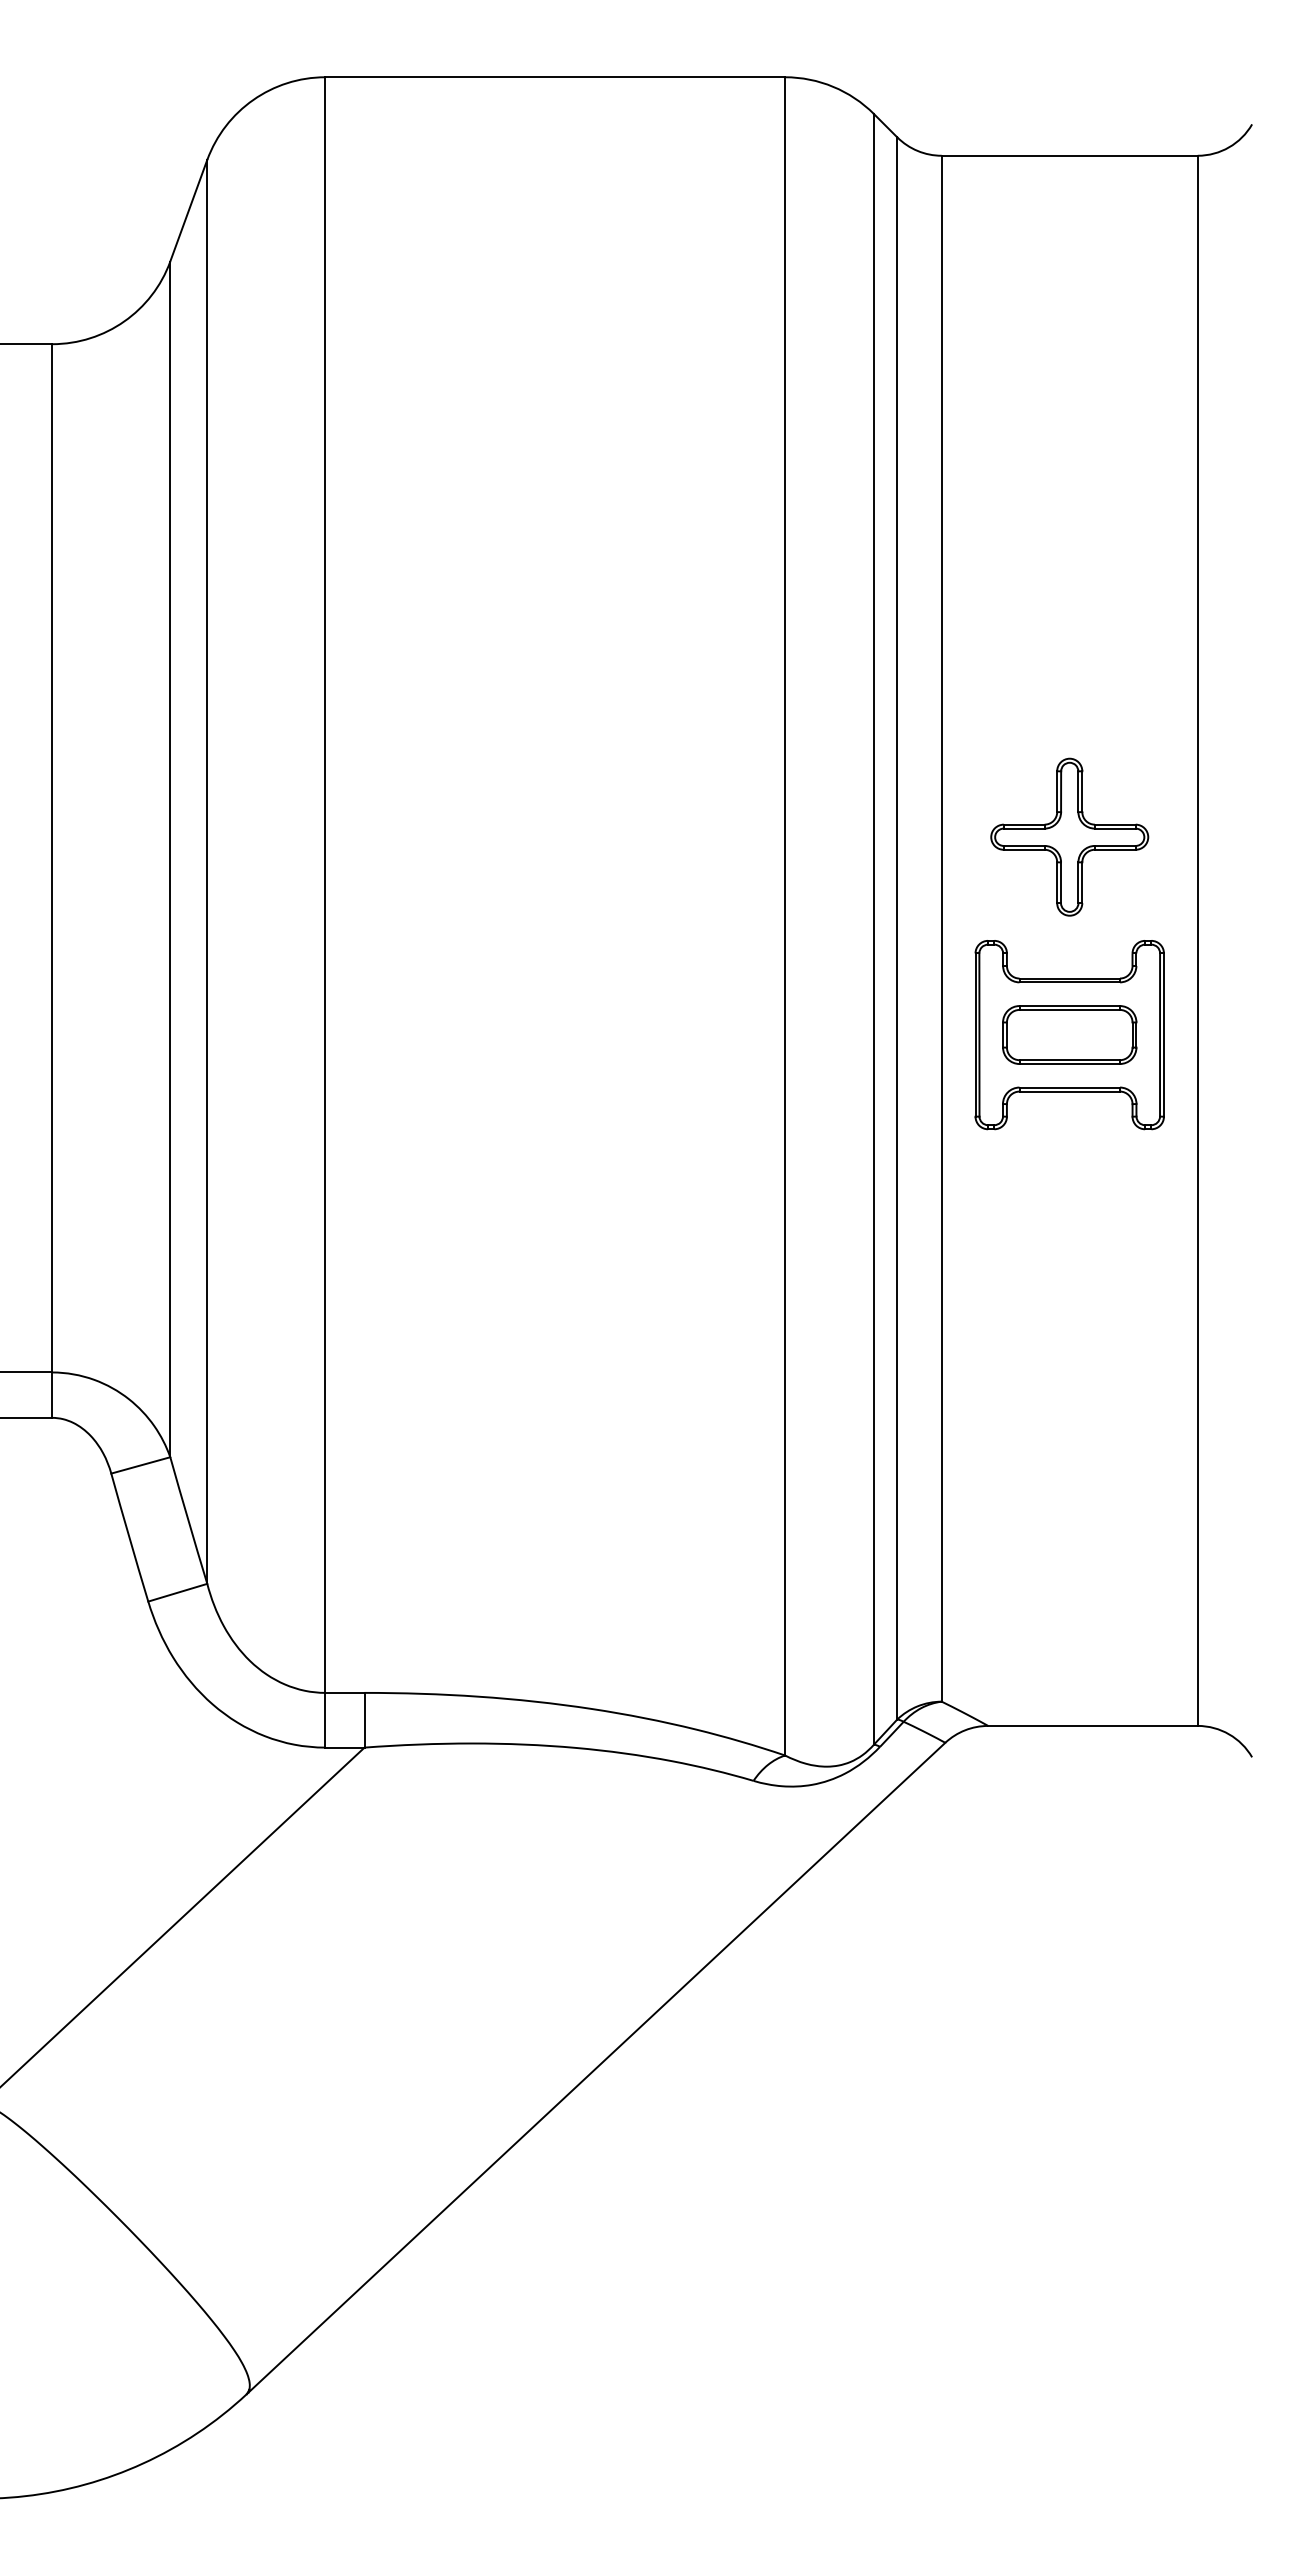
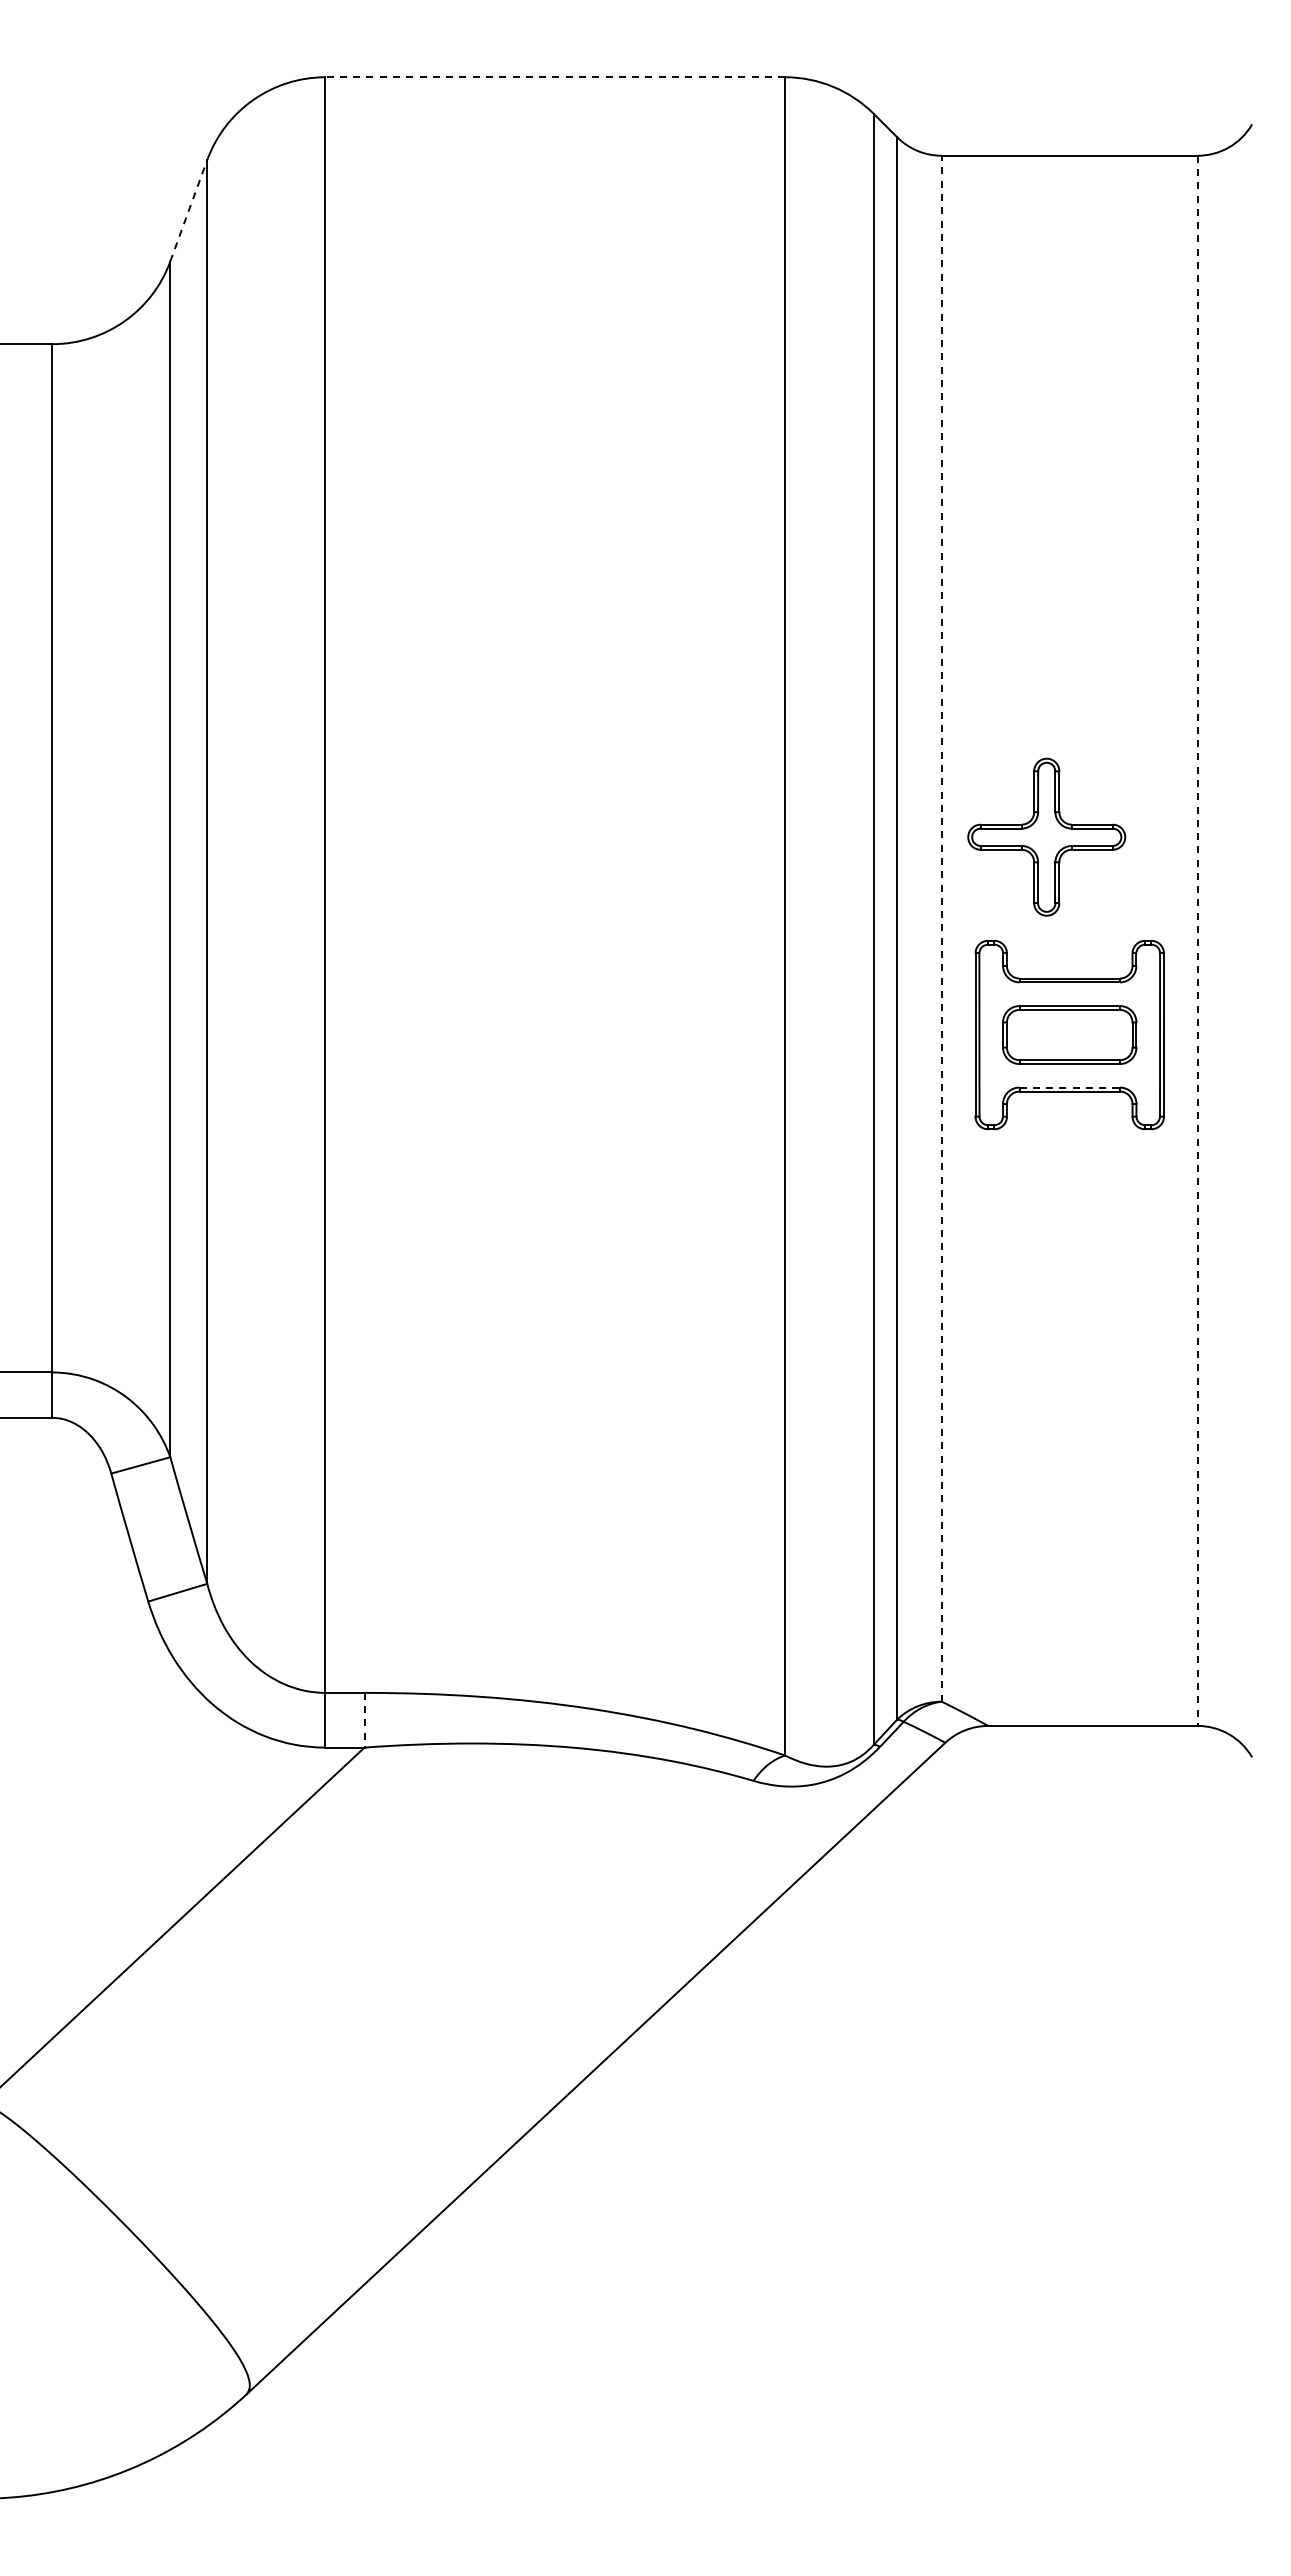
line at (555, 77): solid -> dashed
line at (188, 210): solid -> dashed
part at (1069, 836) position: (1069, 836) -> (1046, 836)
line at (941, 928): solid -> dashed
line at (1197, 941): solid -> dashed
line at (1070, 1087): solid -> dashed
line at (364, 1720): solid -> dashed
